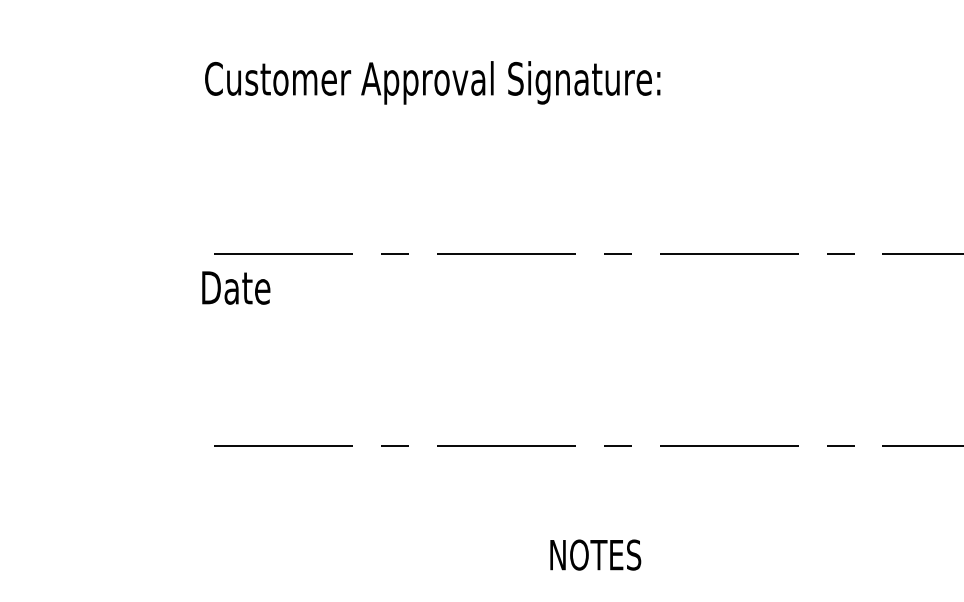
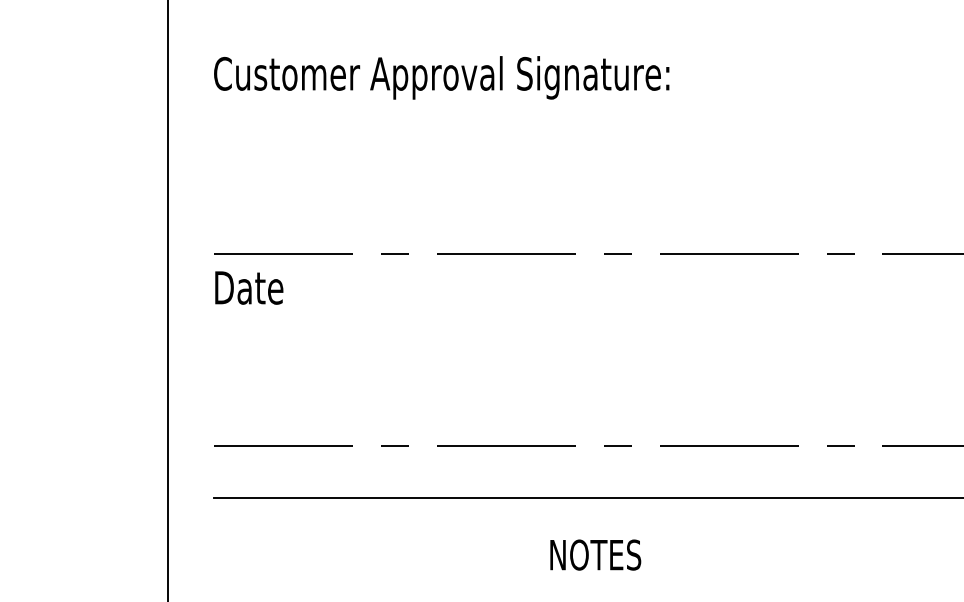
text at (432, 82) position: (432, 82) -> (441, 77)
text at (236, 287) position: (236, 287) -> (249, 287)
line at (168, 300): none -> present
line at (587, 497): none -> present
